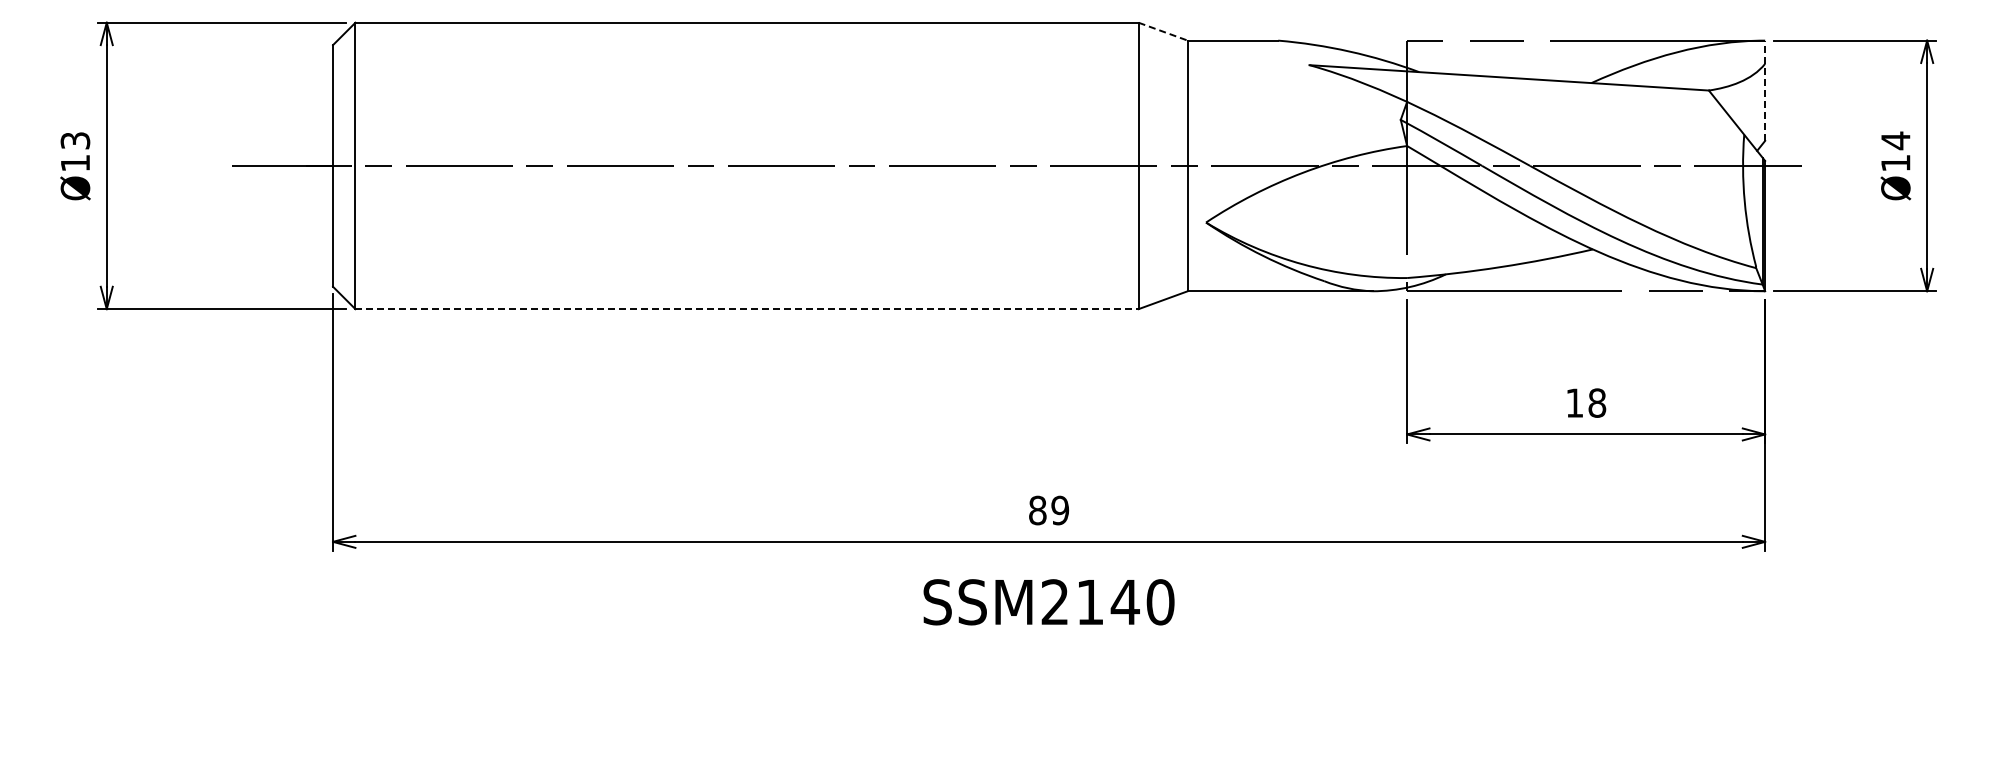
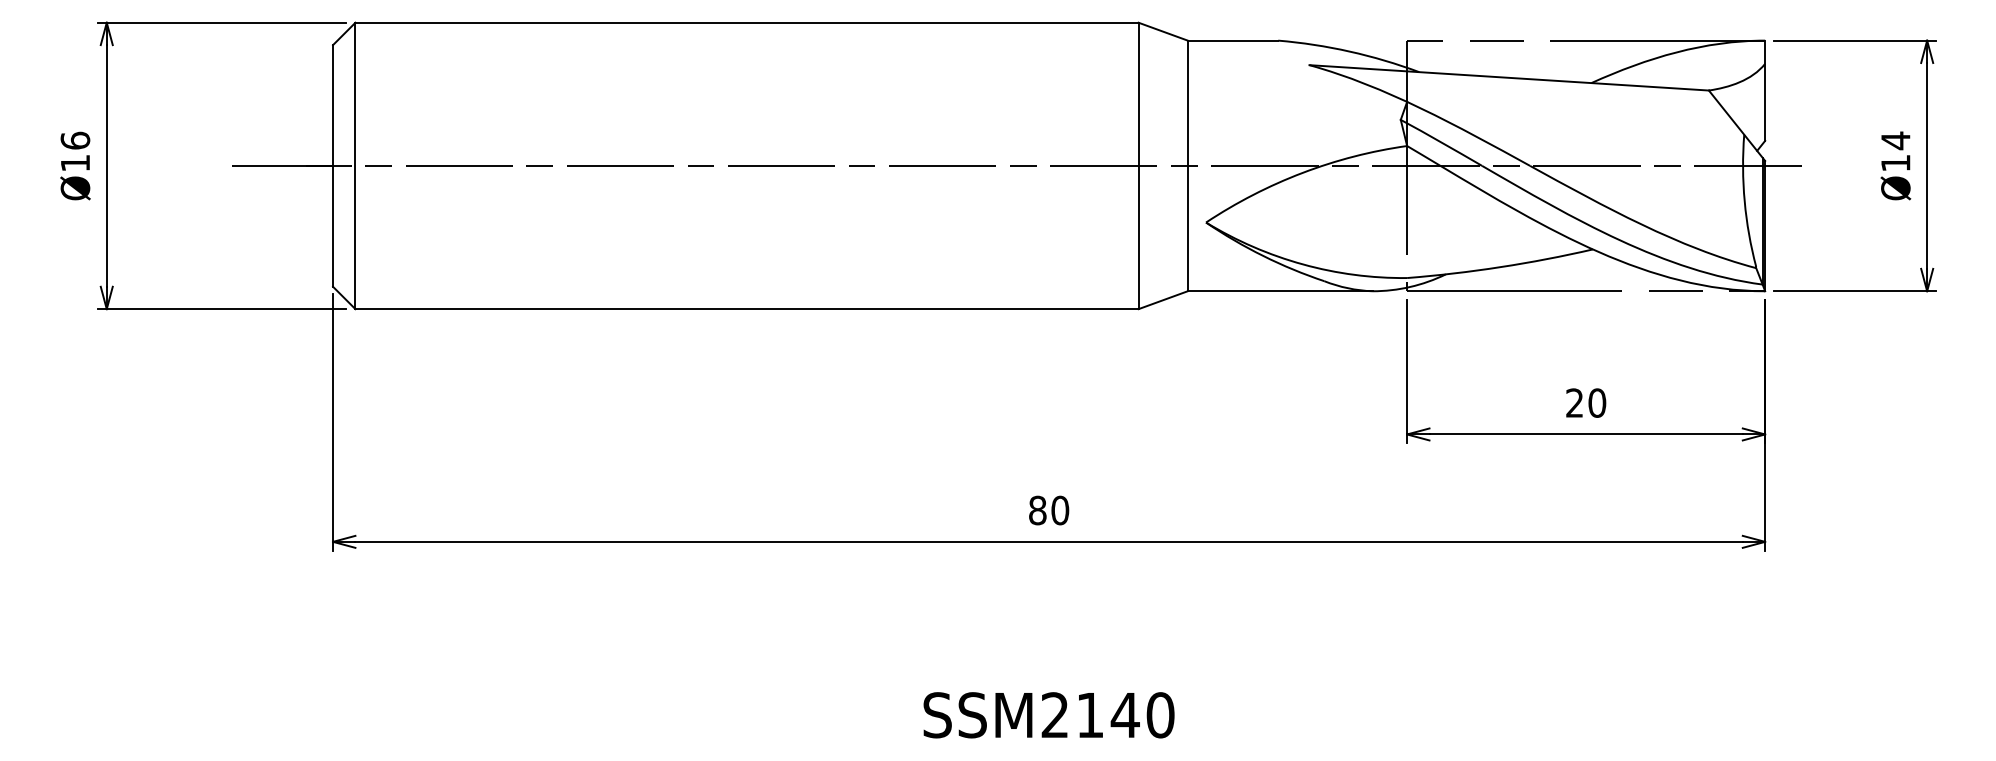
line at (1163, 31): dashed -> solid
line at (1765, 90): dashed -> solid
text at (75, 140): Ø13 -> Ø16
line at (747, 309): dashed -> solid
text at (1586, 402): 18 -> 20
text at (1060, 510): 89 -> 80
text at (1048, 602) position: (1048, 602) -> (1048, 715)
